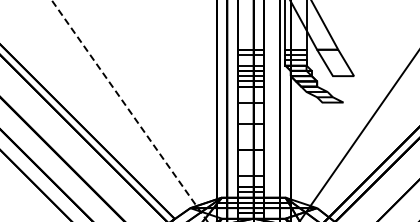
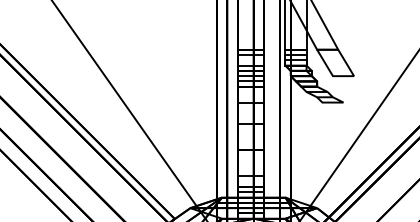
line at (130, 111): dashed -> solid
